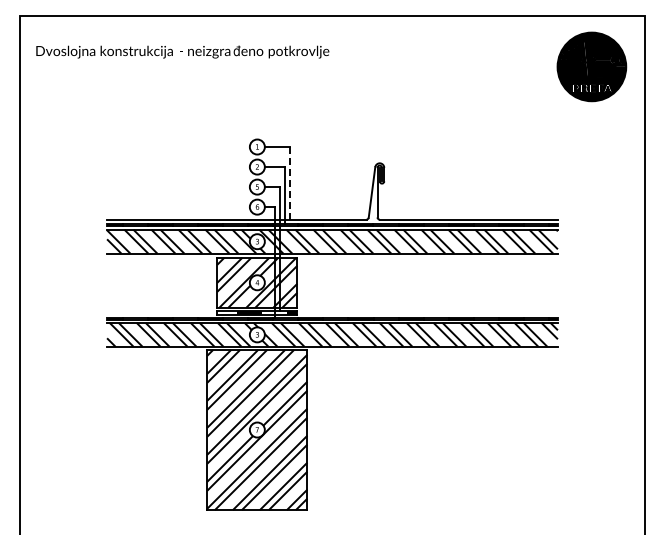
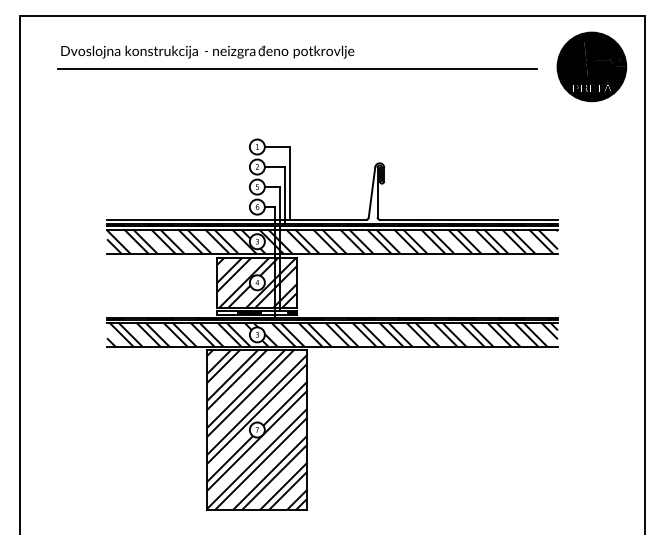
text at (182, 51) position: (182, 51) -> (207, 51)
line at (297, 69): none -> present
line at (289, 183): dashed -> solid
